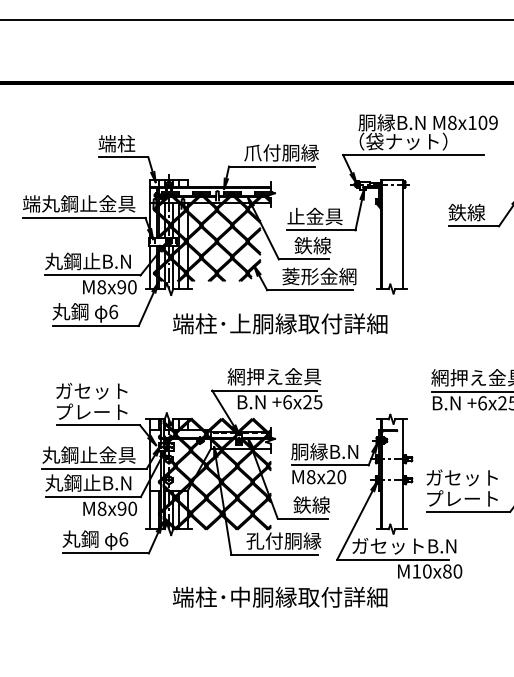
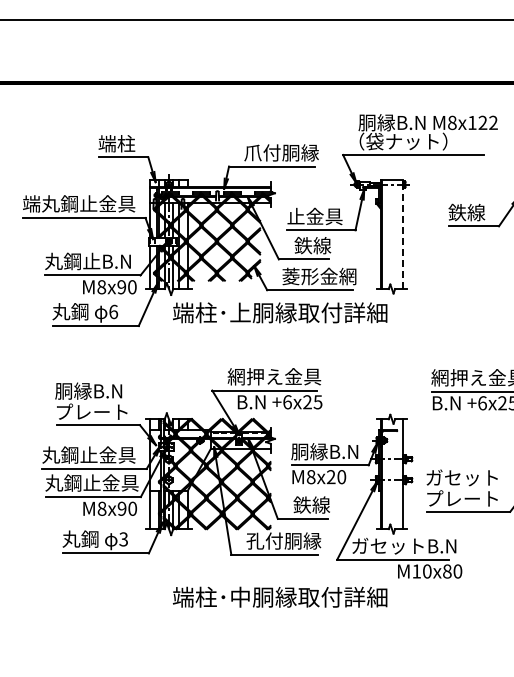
text at (487, 122): M8x109 -> M8x122
line at (403, 234): solid -> dashed
text at (280, 323) position: (280, 323) -> (280, 312)
text at (91, 390): ガセット -> 胴縁B.N
text at (120, 482): 丸鋼止B.N -> 丸鋼止金具
text at (123, 539): 6 -> 3
